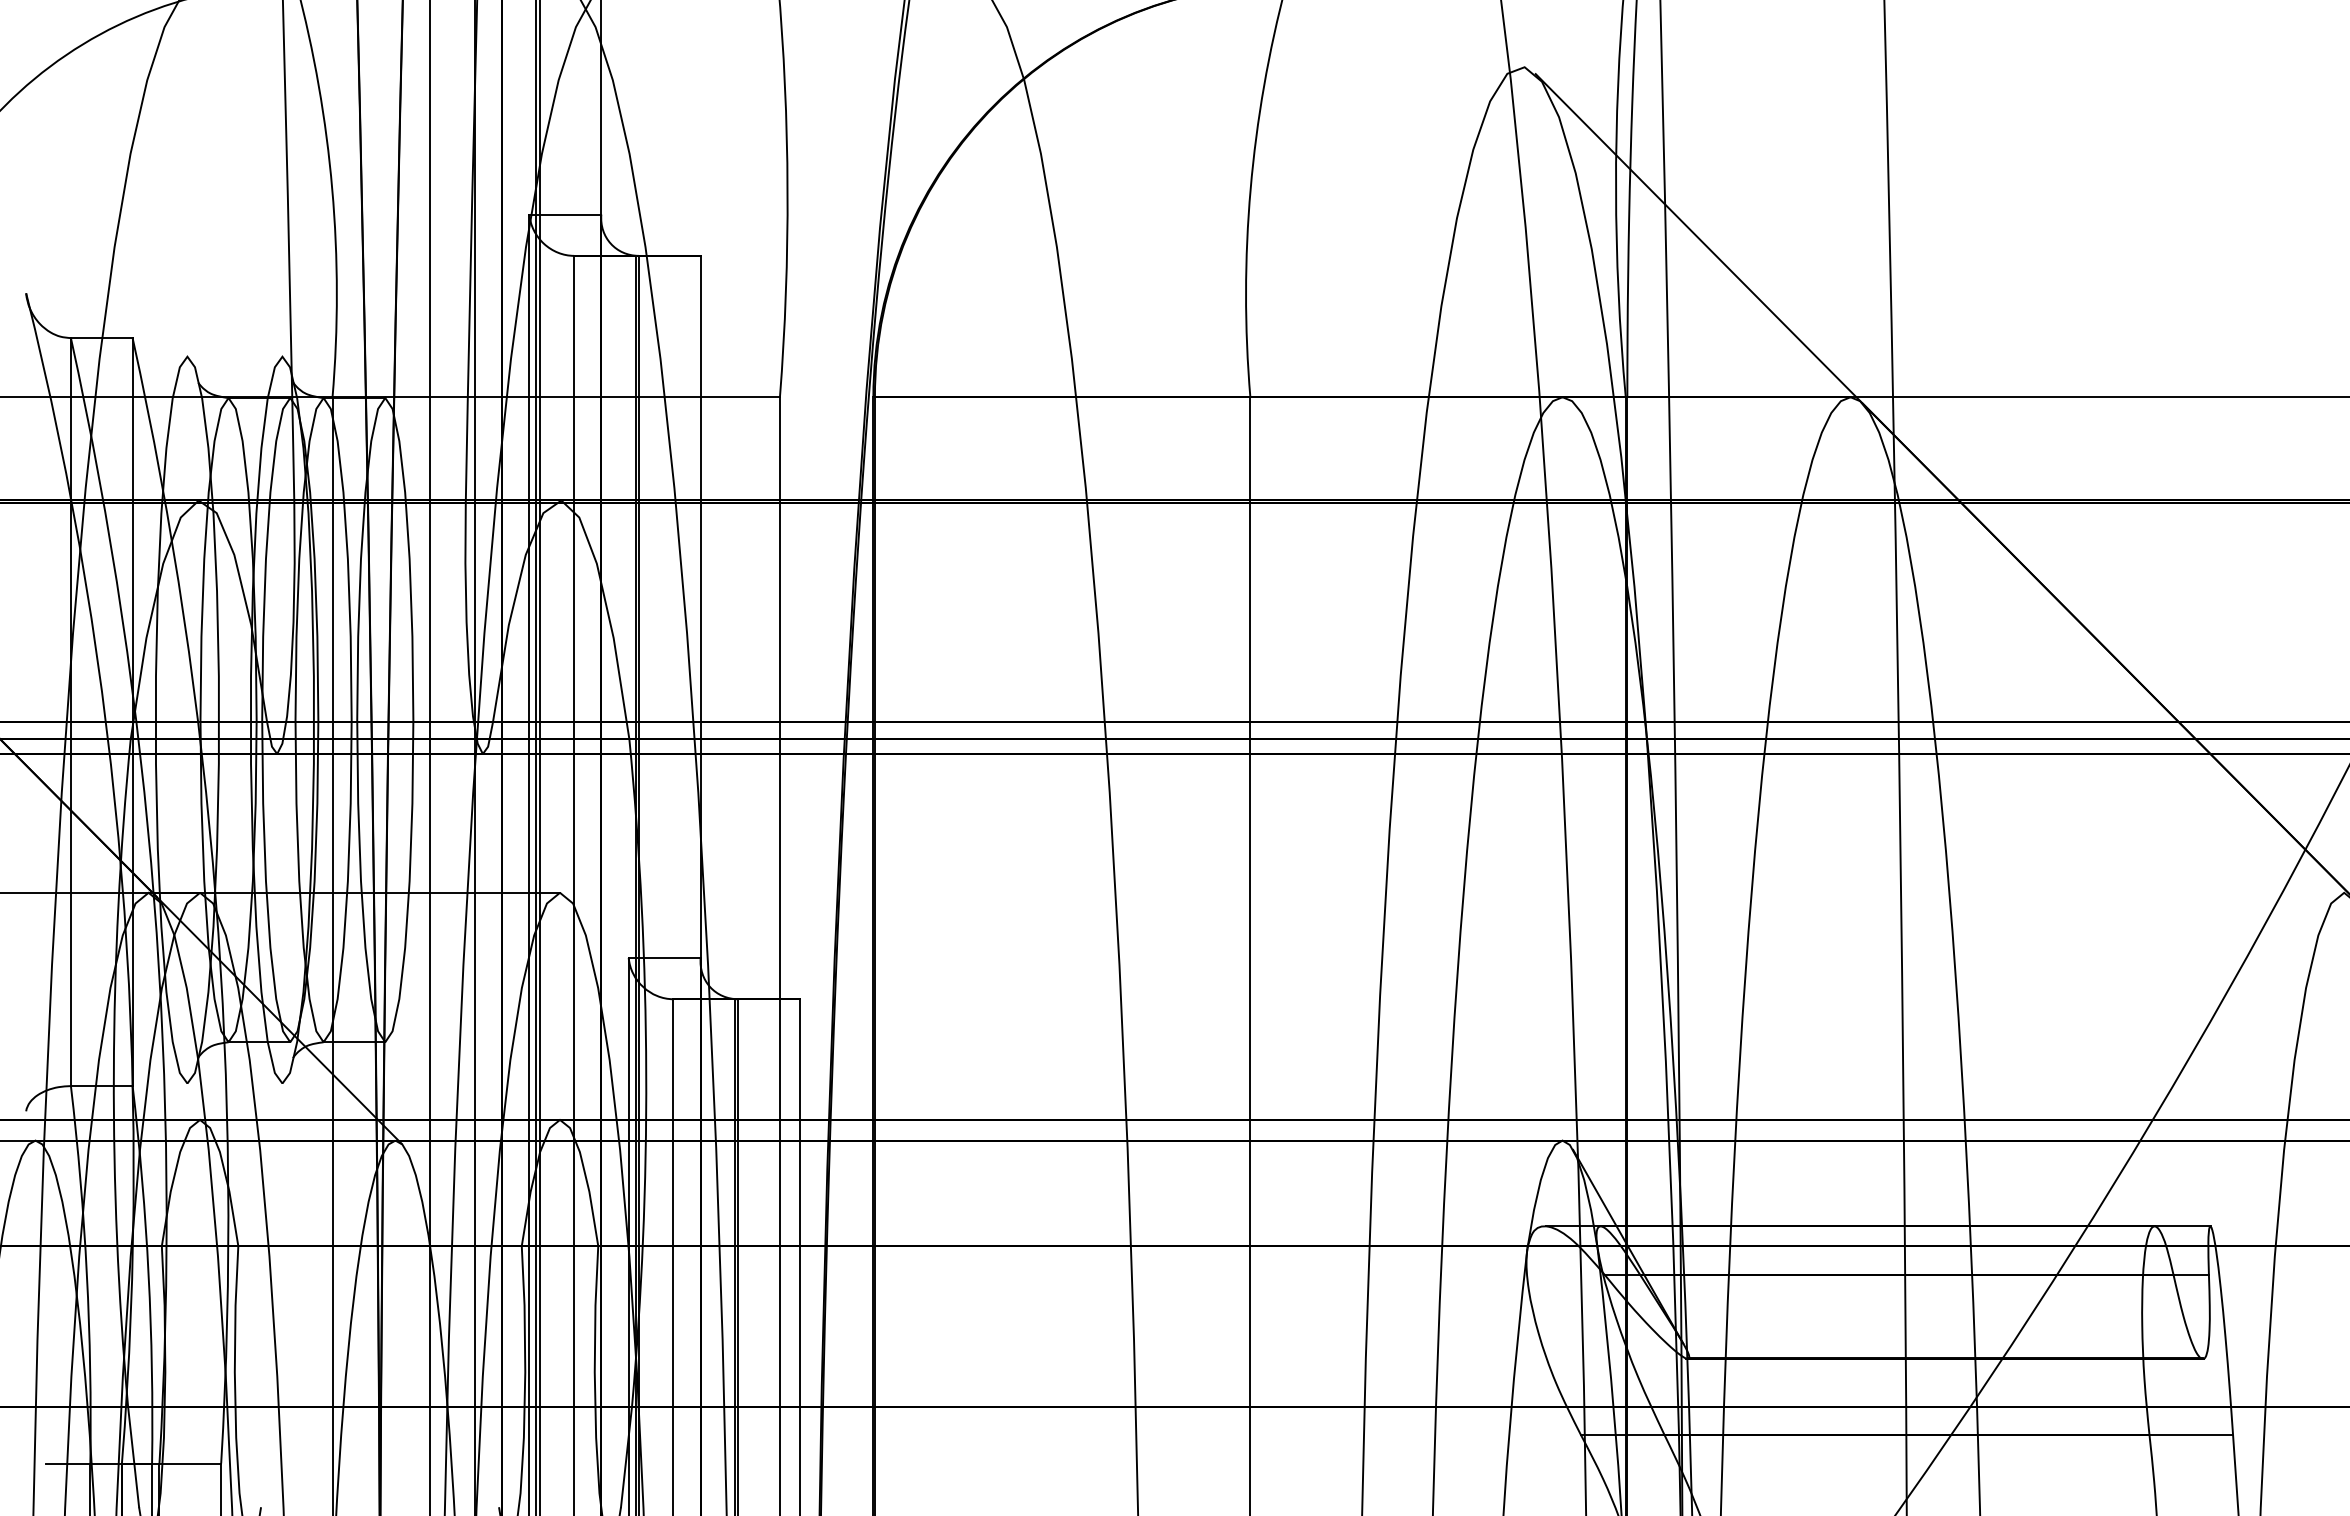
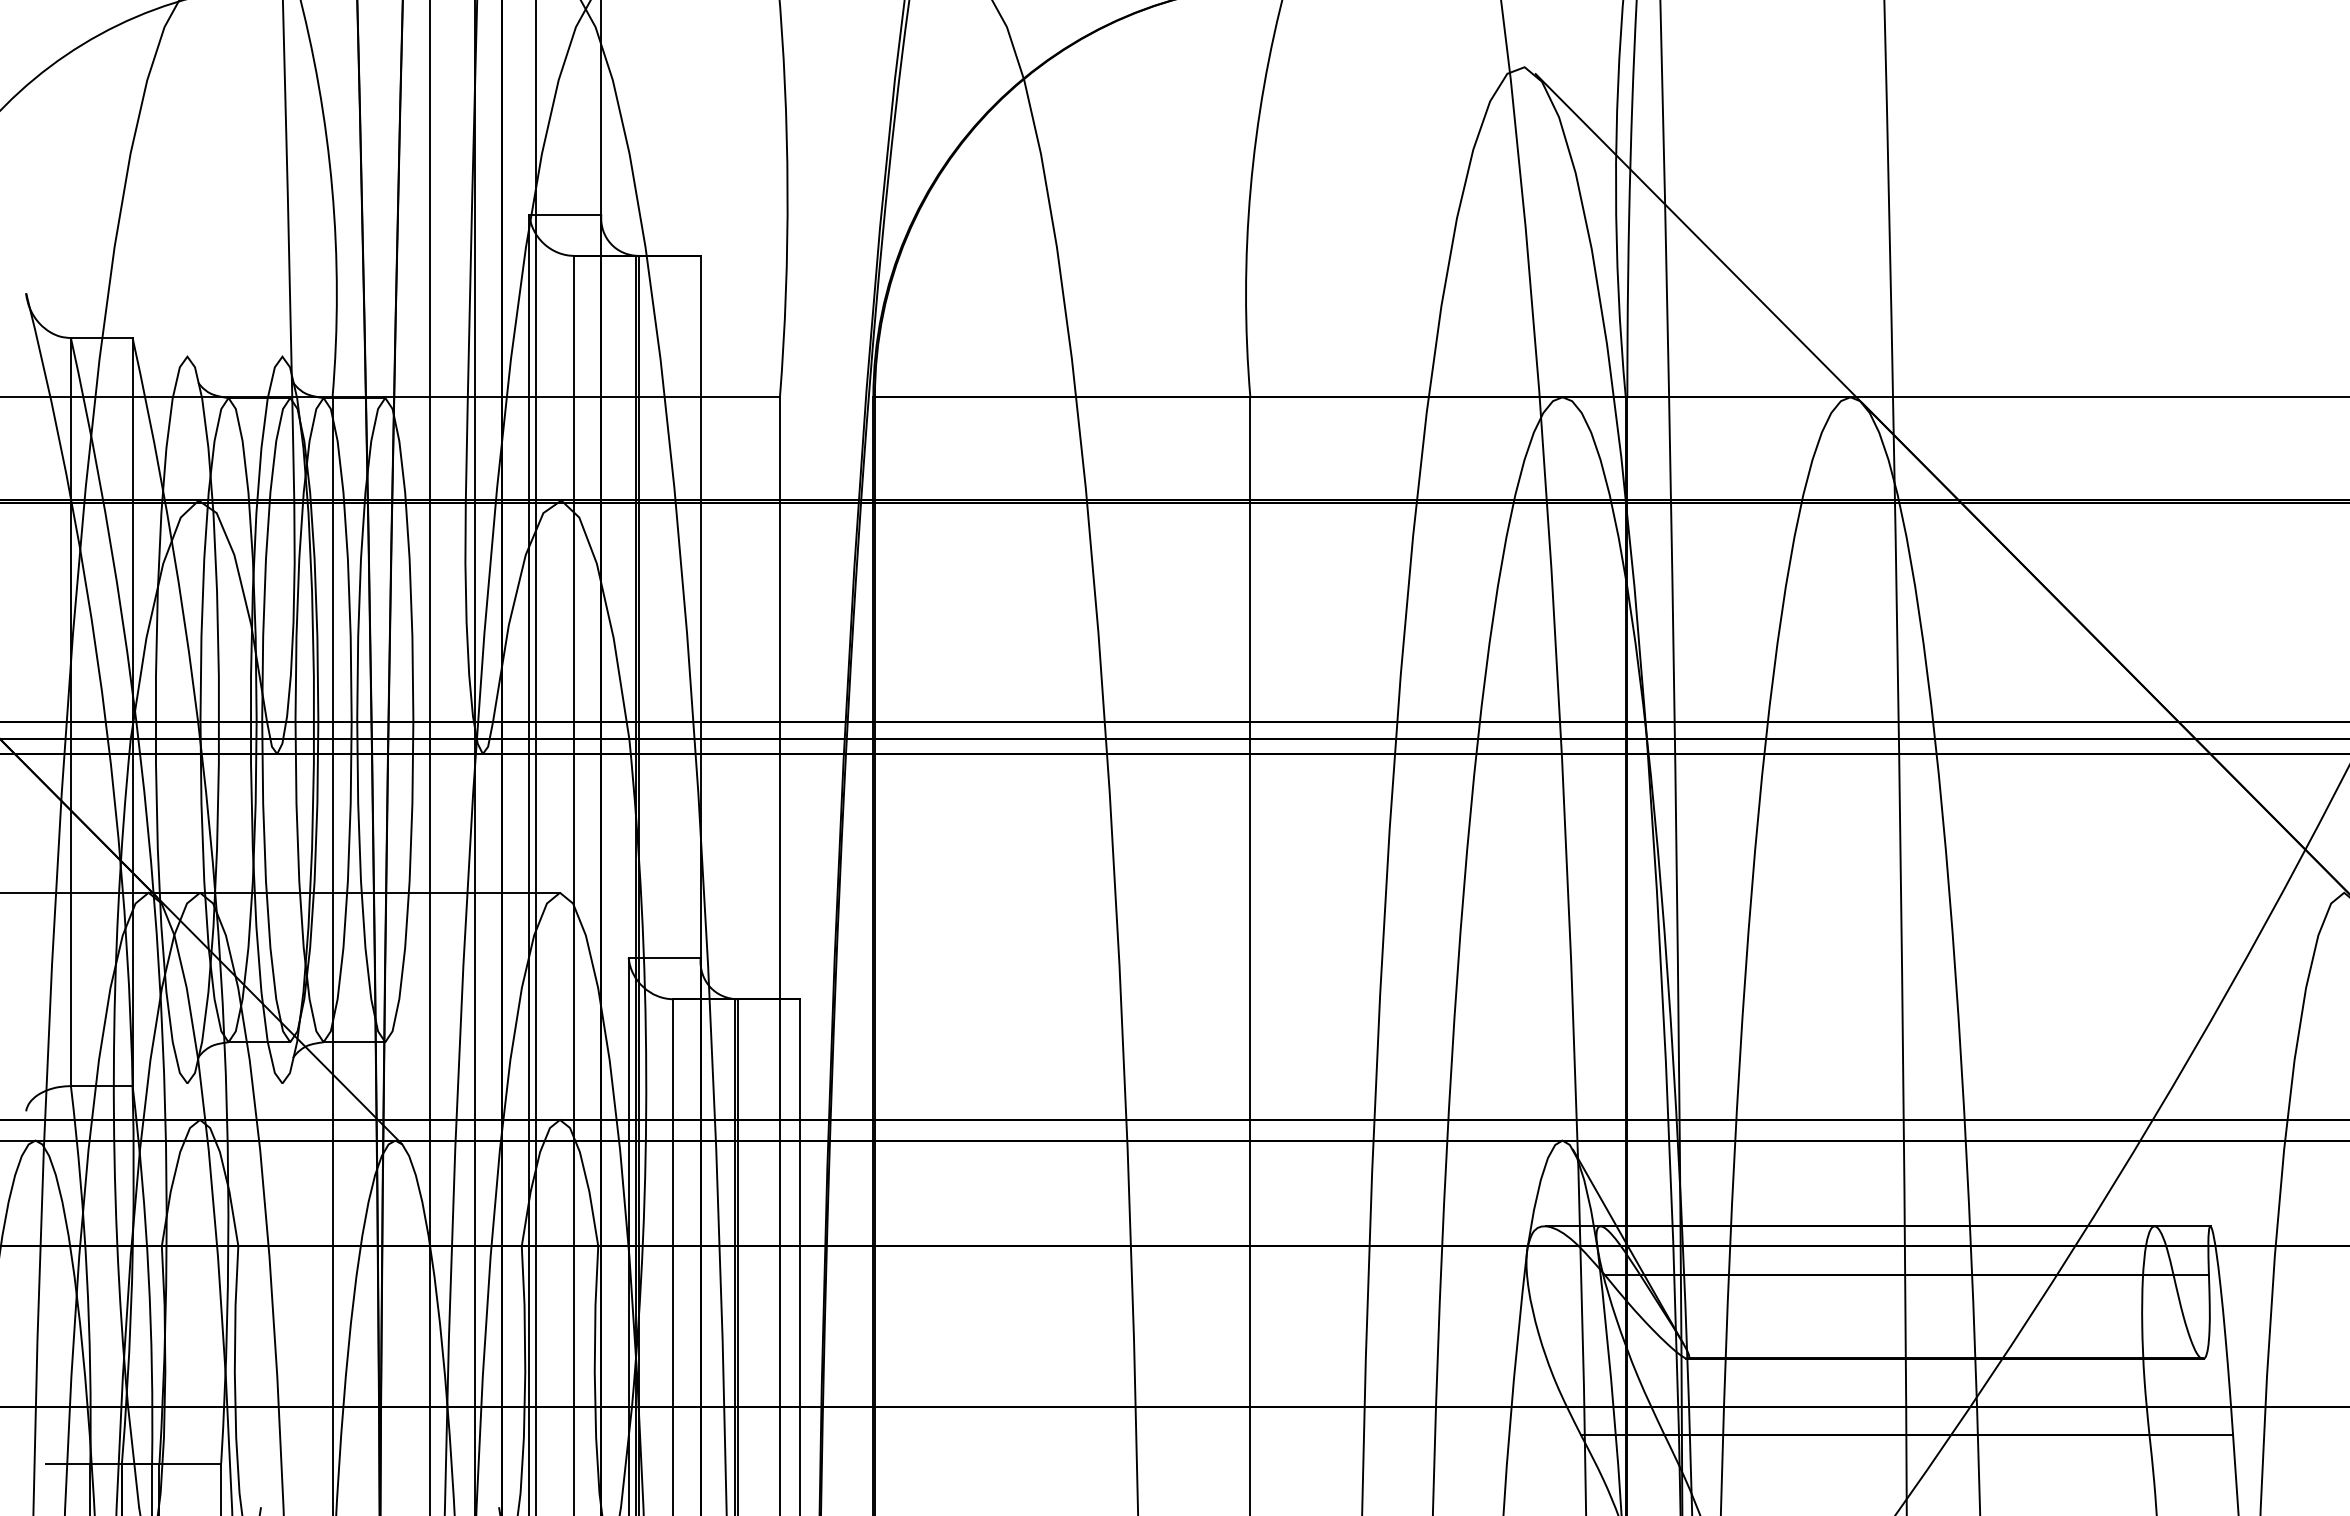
line at (539, 757): present -> none
